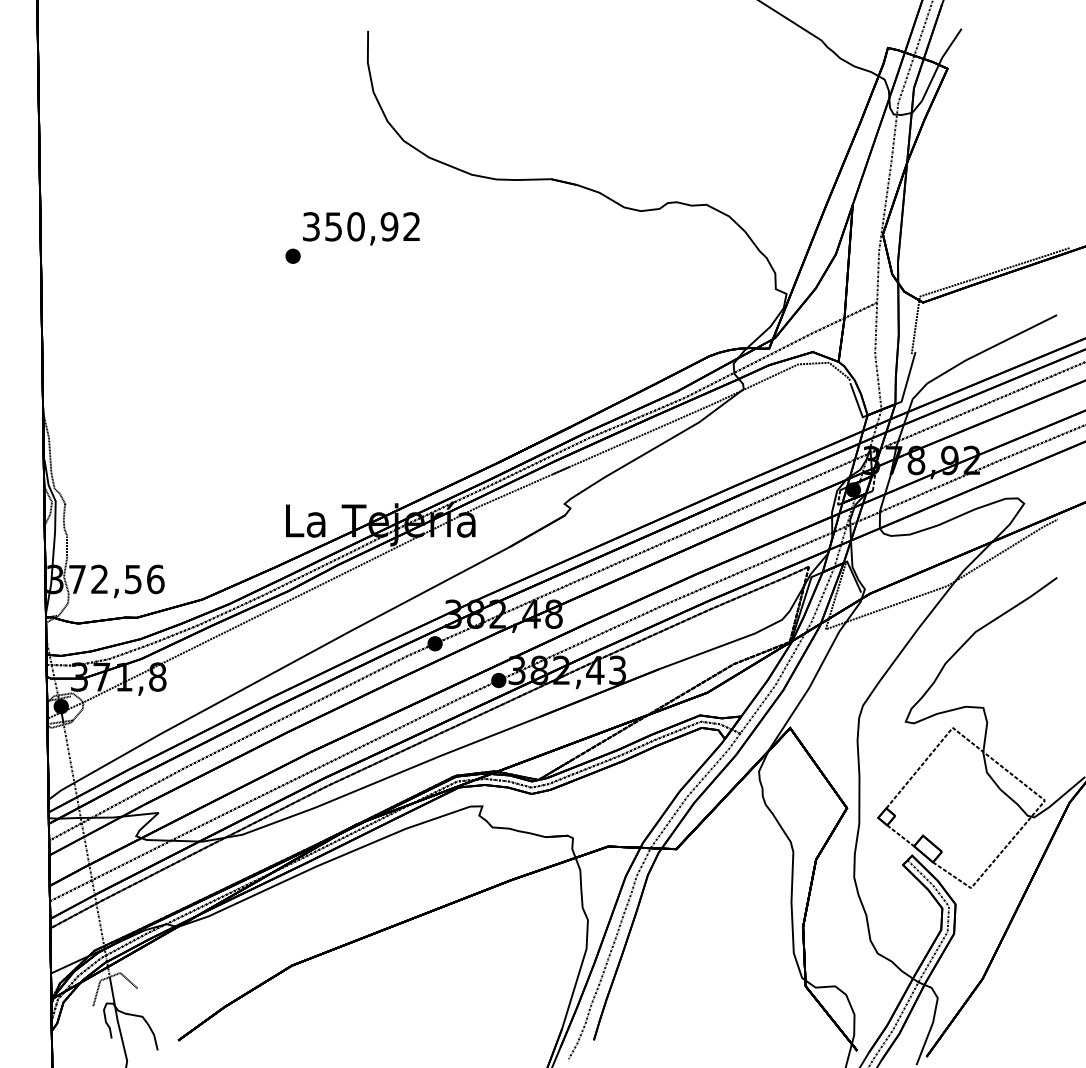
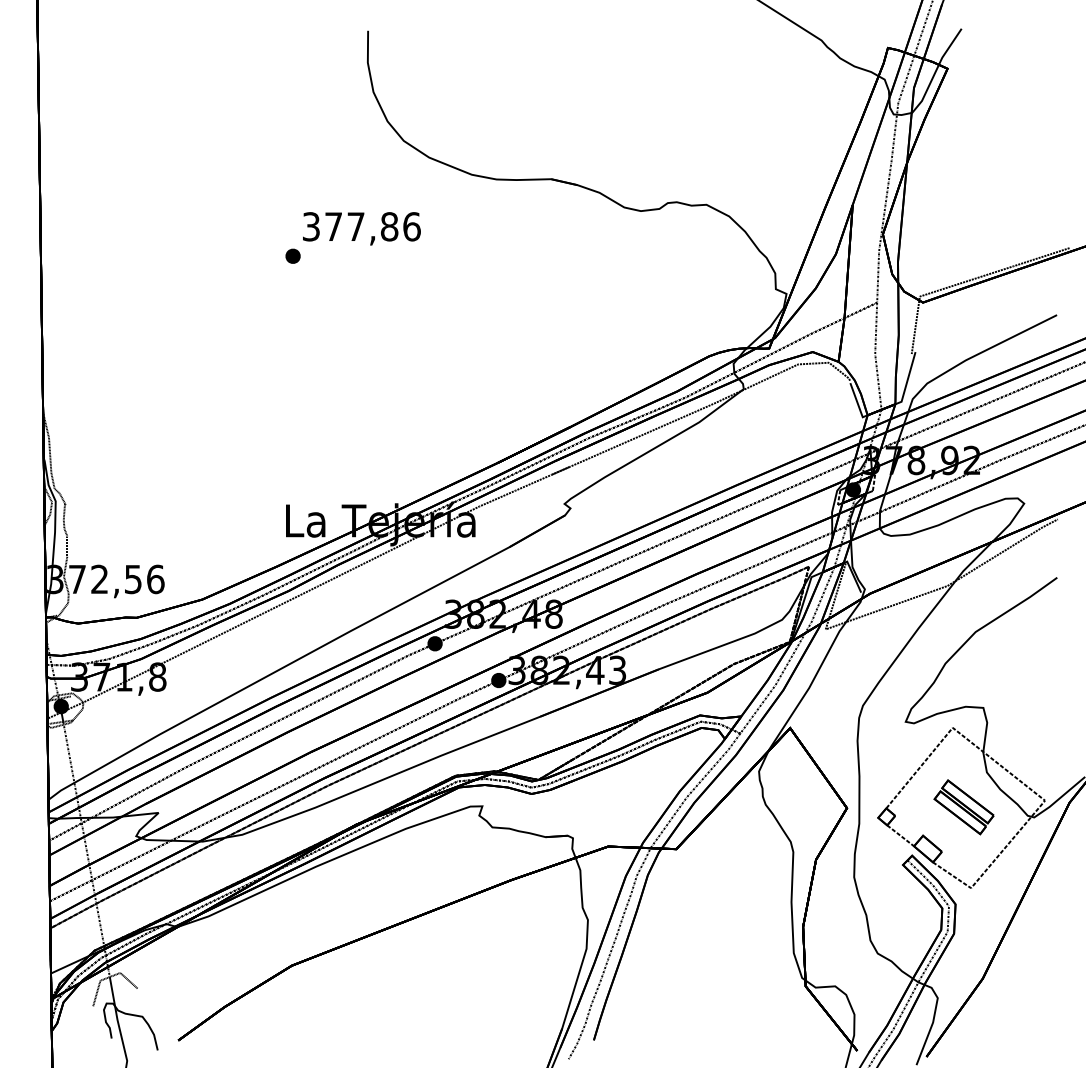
text at (372, 226): 350,92 -> 377,86
part at (963, 807): none -> present
